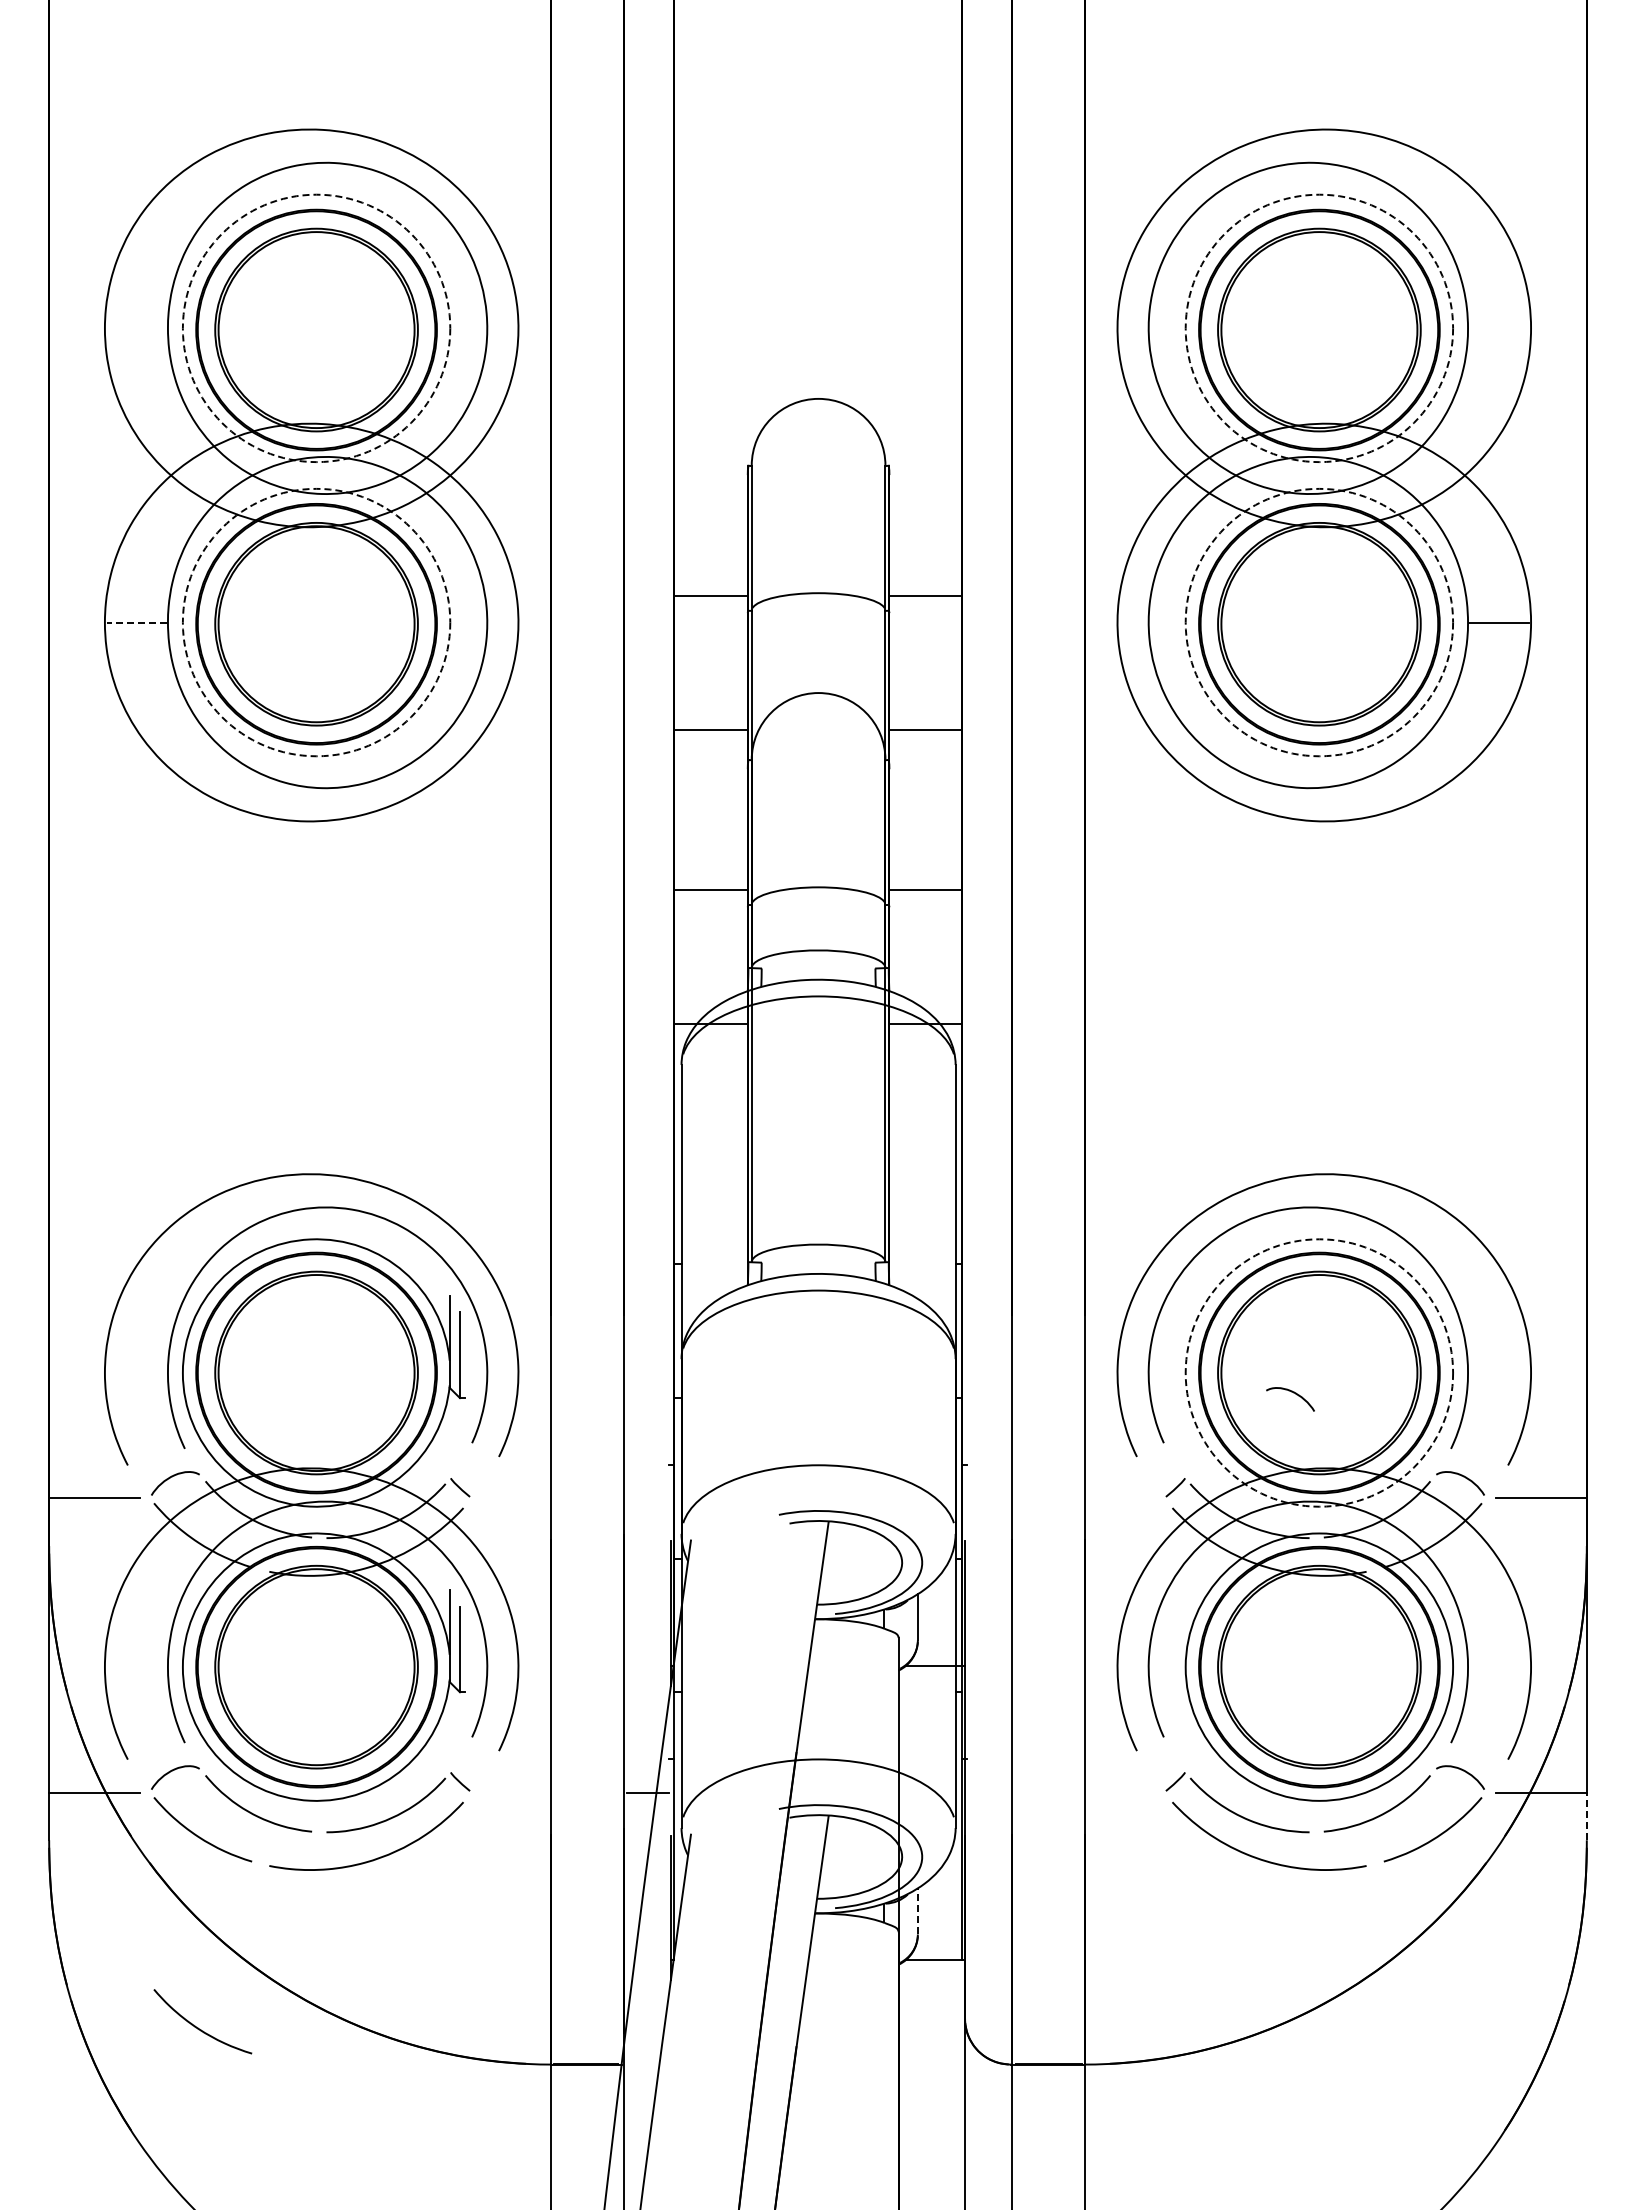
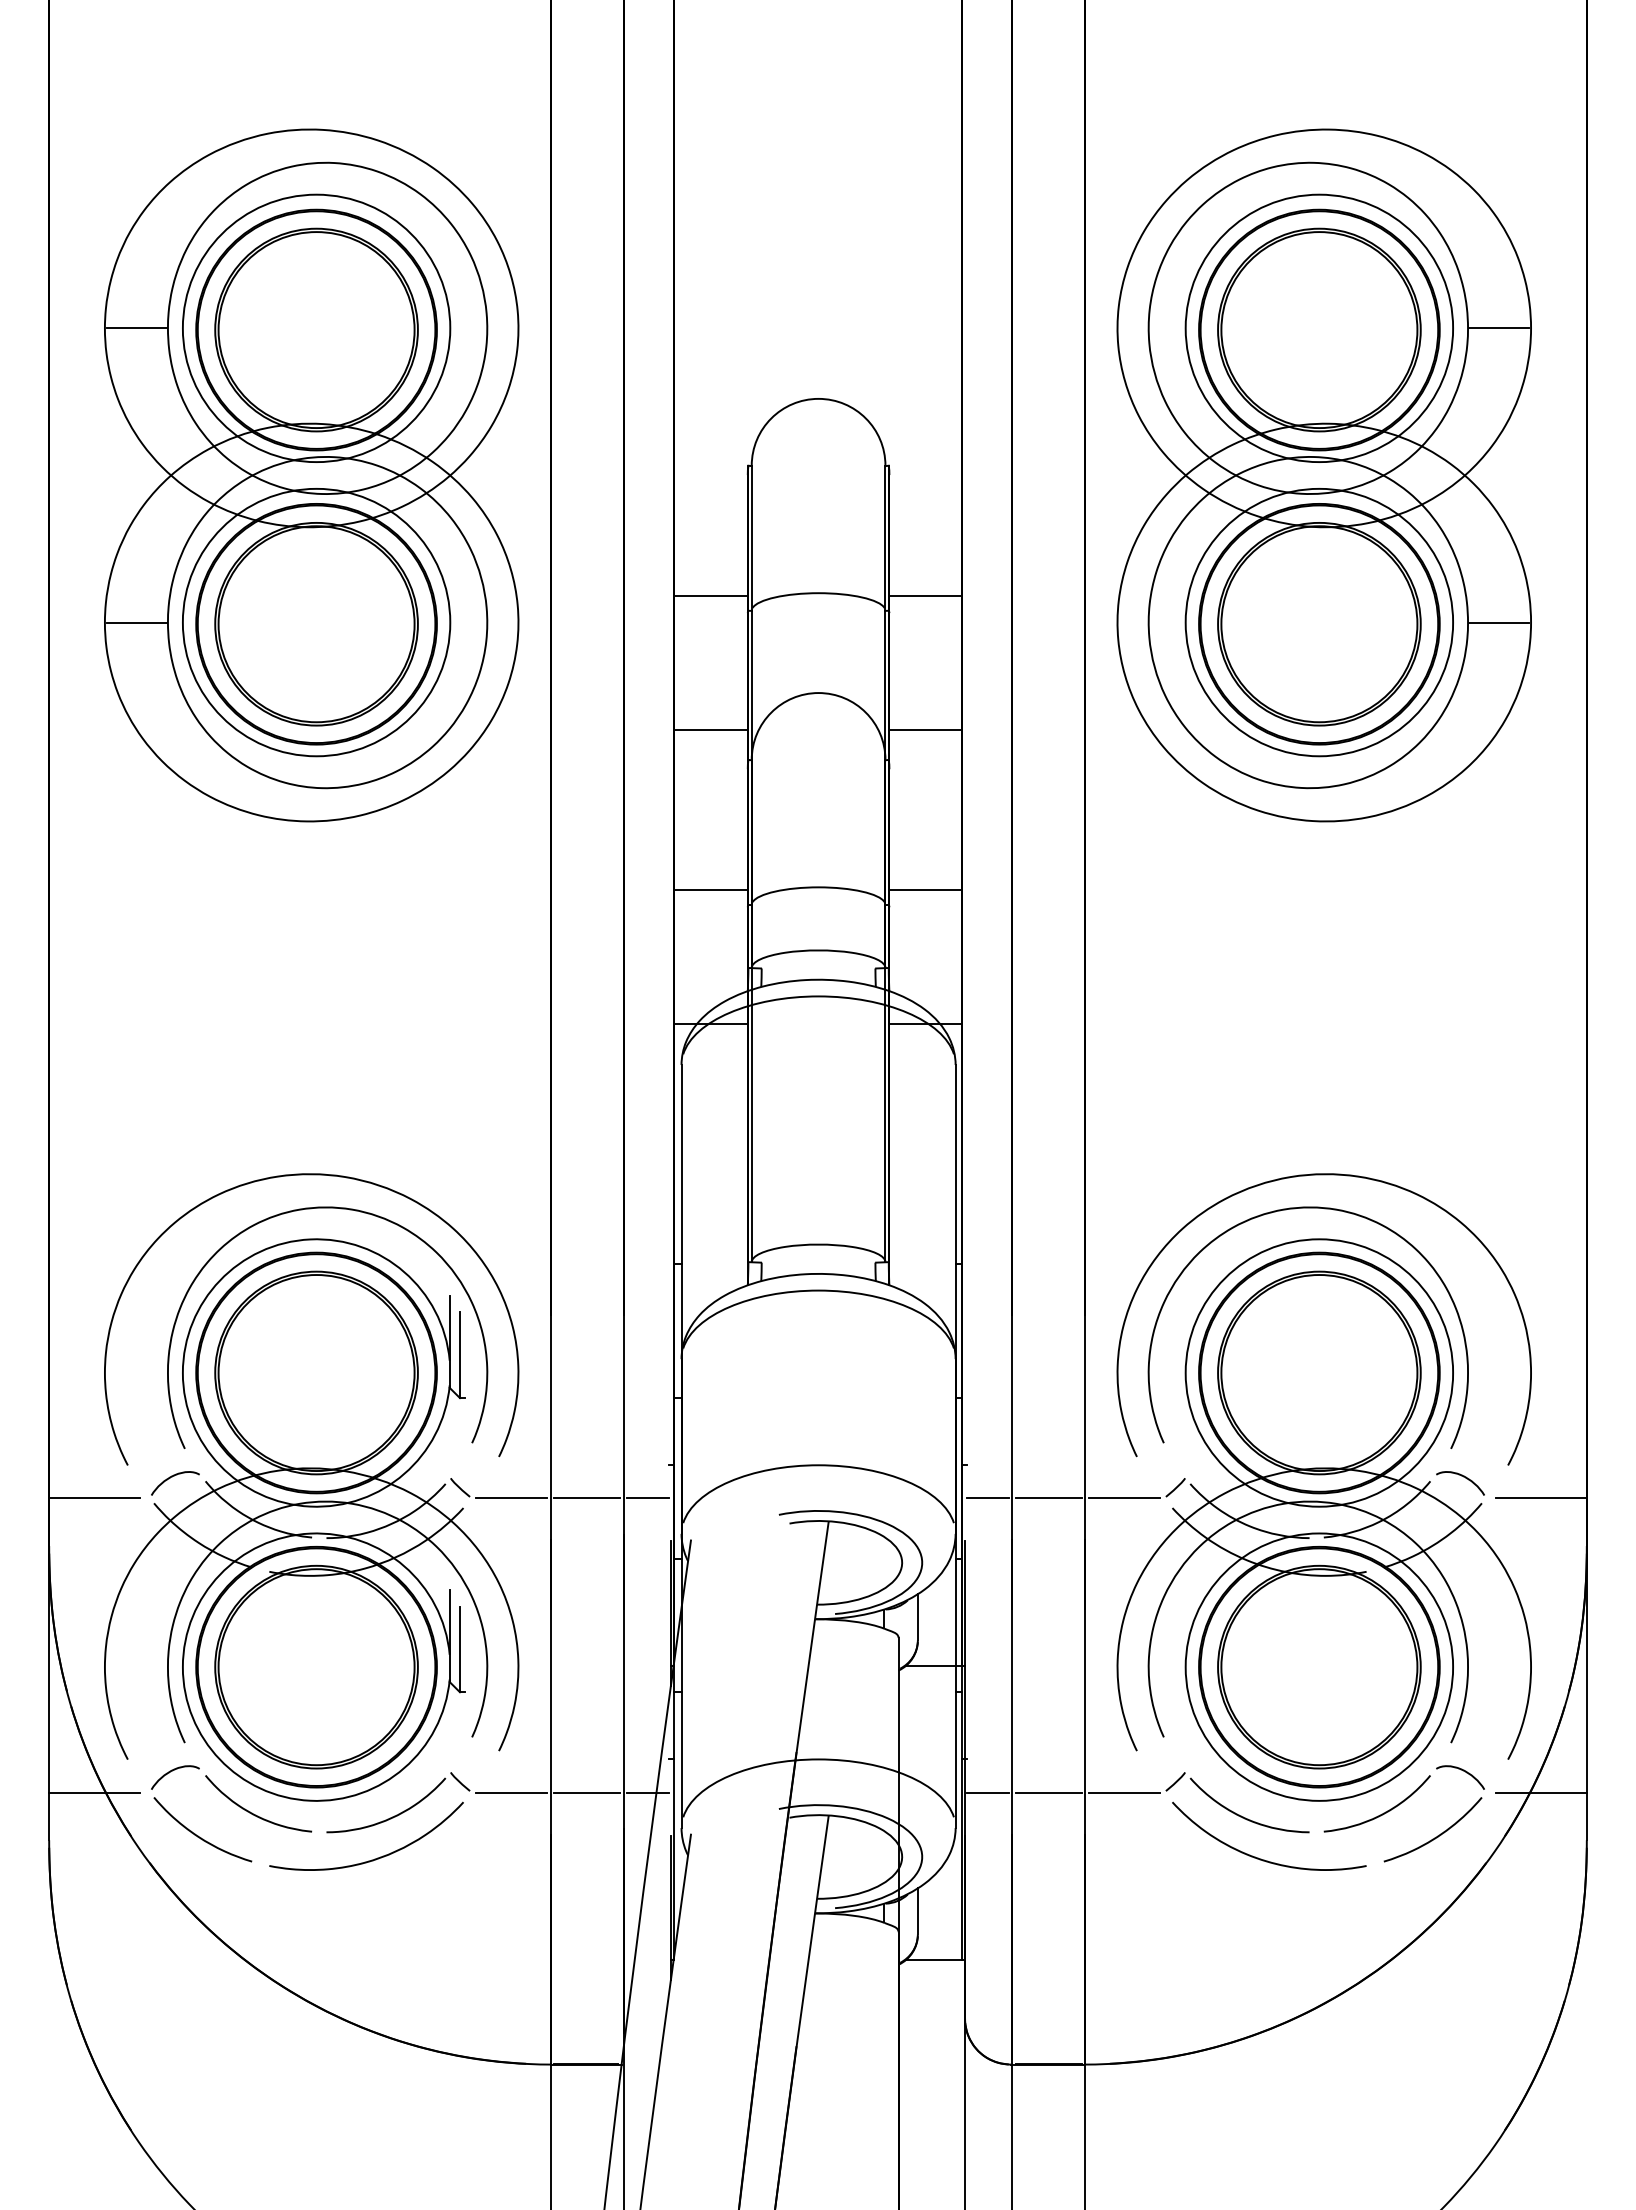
line at (137, 328): none -> present
circle at (316, 328): dashed -> solid
circle at (1319, 328): dashed -> solid
line at (1498, 328): none -> present
line at (136, 622): dashed -> solid
circle at (316, 622): dashed -> solid
circle at (1319, 622): dashed -> solid
circle at (1319, 1372): dashed -> solid
curve at (1293, 1393): present -> none
line at (510, 1498): none -> present
line at (587, 1498): none -> present
line at (647, 1498): none -> present
line at (987, 1498): none -> present
line at (1048, 1498): none -> present
line at (1124, 1498): none -> present
line at (510, 1792): none -> present
line at (587, 1792): none -> present
line at (987, 1792): none -> present
line at (1048, 1792): none -> present
line at (1124, 1792): none -> present
line at (1586, 1816): dashed -> solid
line at (917, 1910): dashed -> solid
curve at (198, 2027): present -> none
